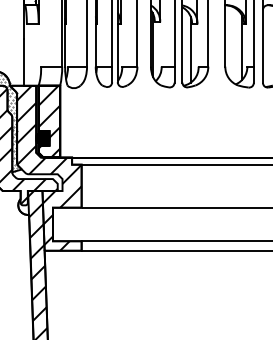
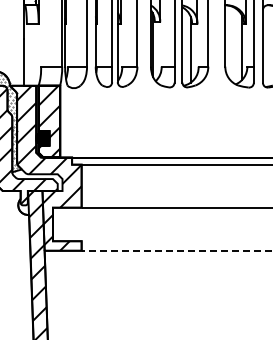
line at (175, 241): present -> none
line at (176, 250): solid -> dashed
